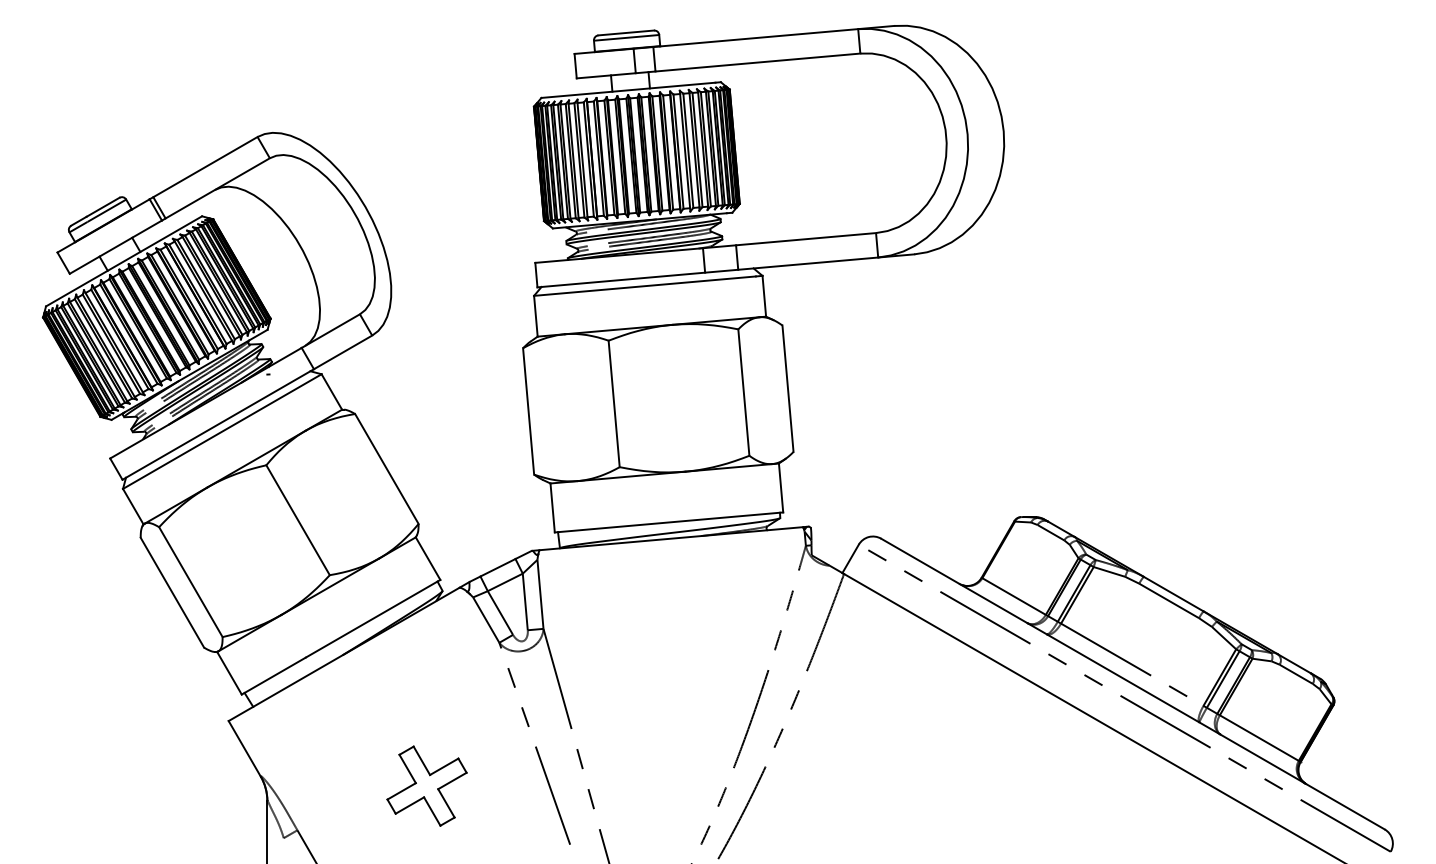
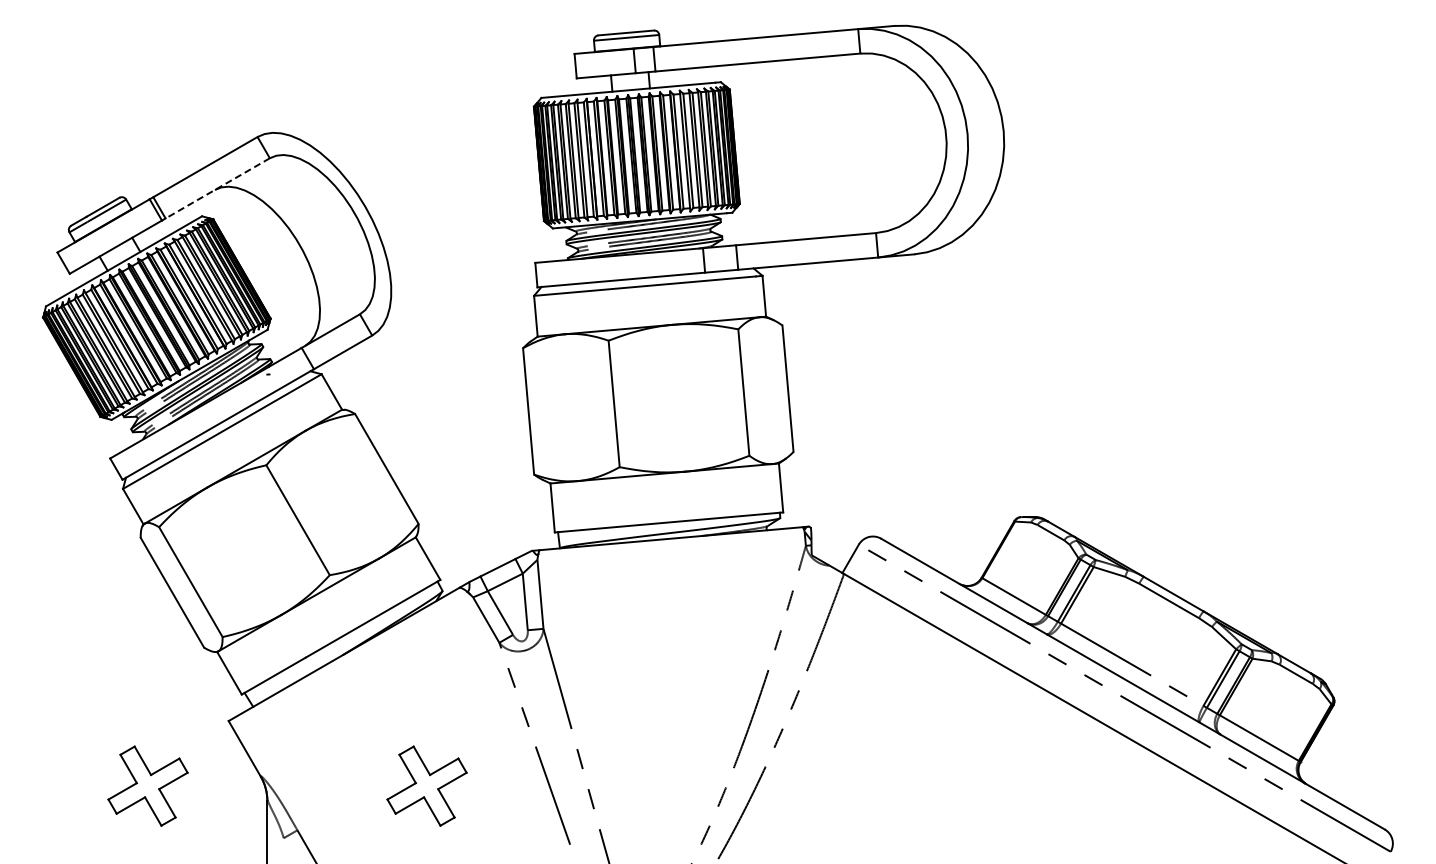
line at (217, 188): solid -> dashed
part at (147, 785): none -> present
